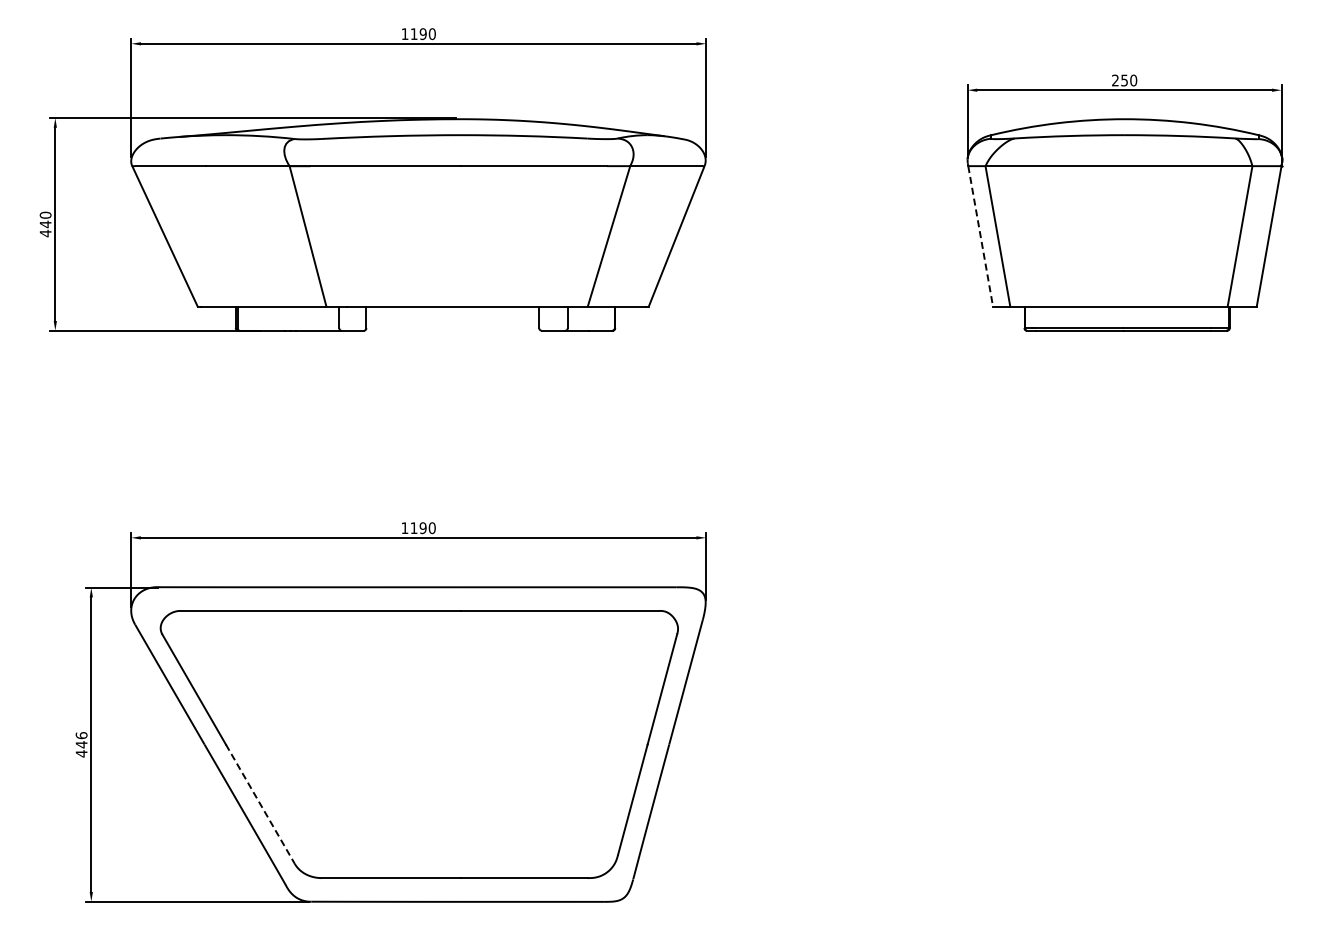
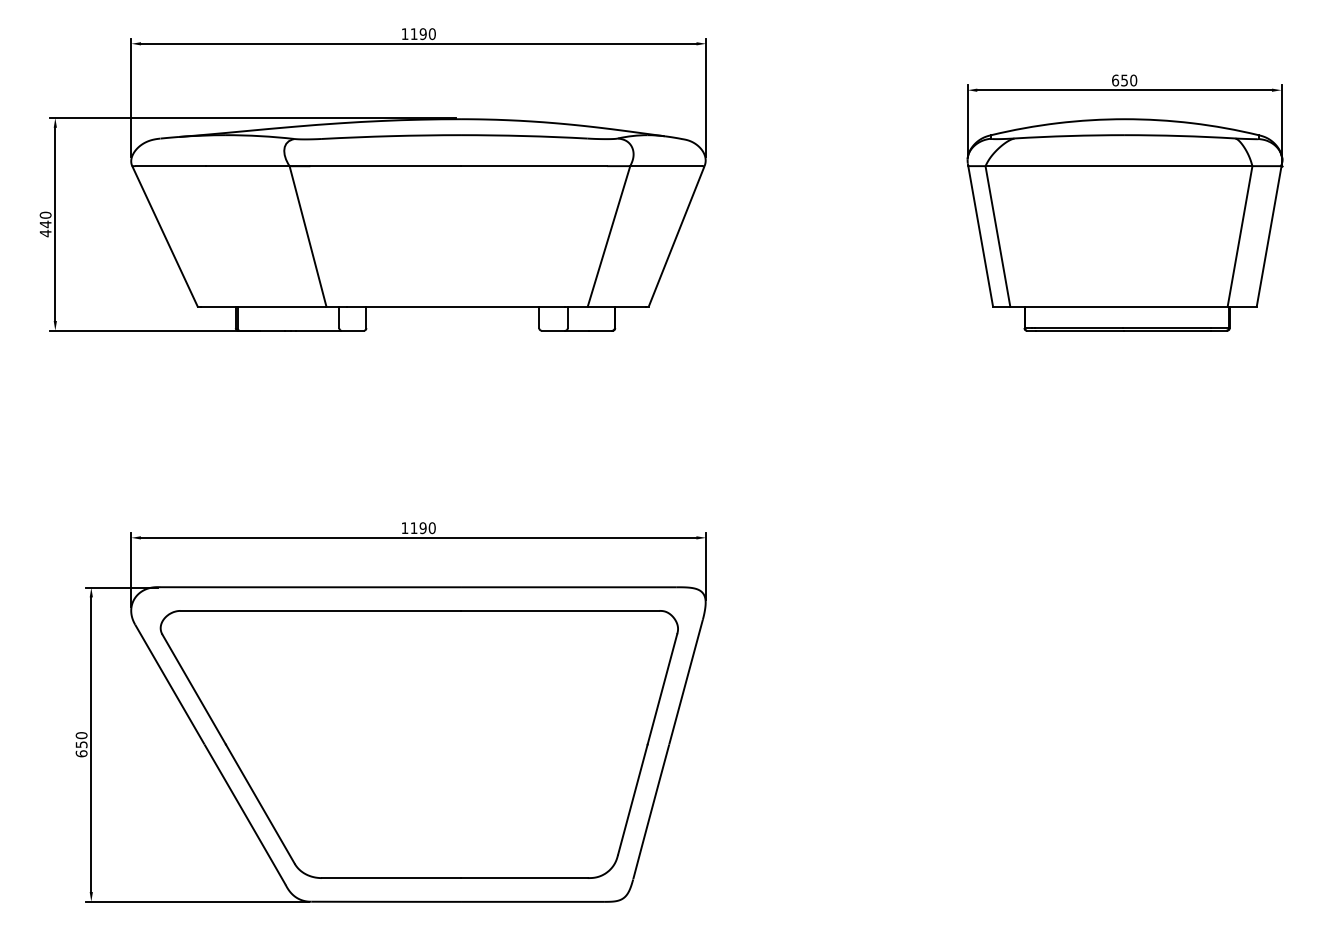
text at (1115, 80): 250 -> 650
line at (980, 236): dashed -> solid
text at (81, 744): 446 -> 650
line at (260, 804): dashed -> solid
